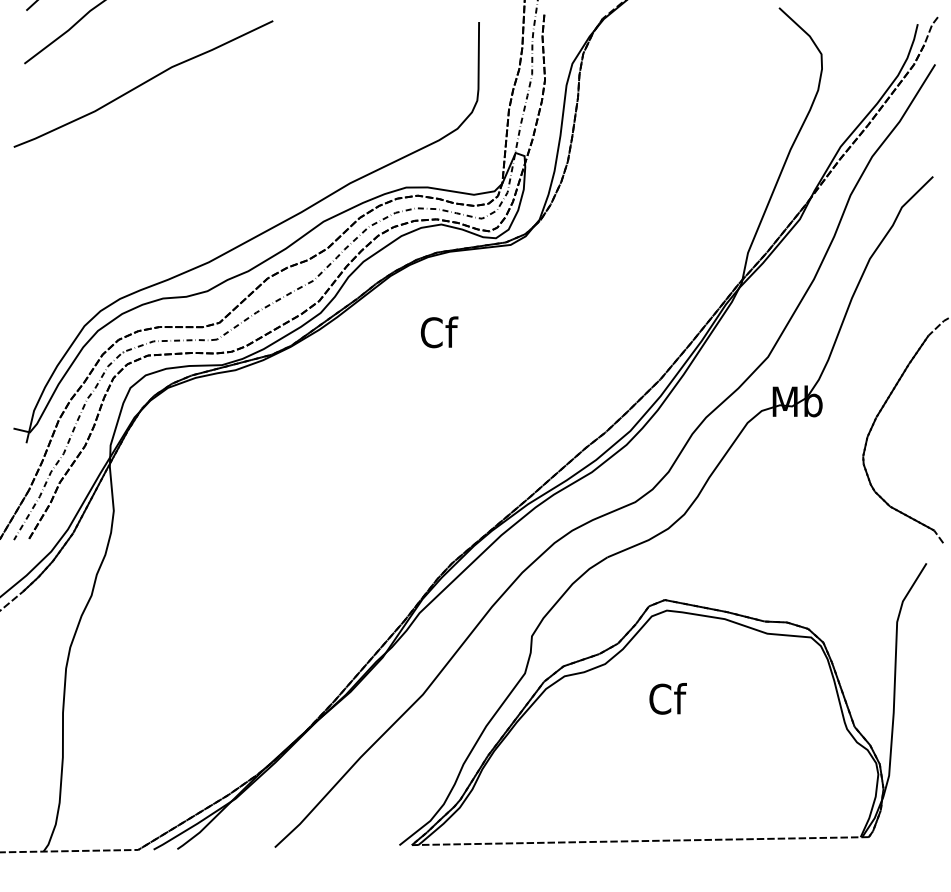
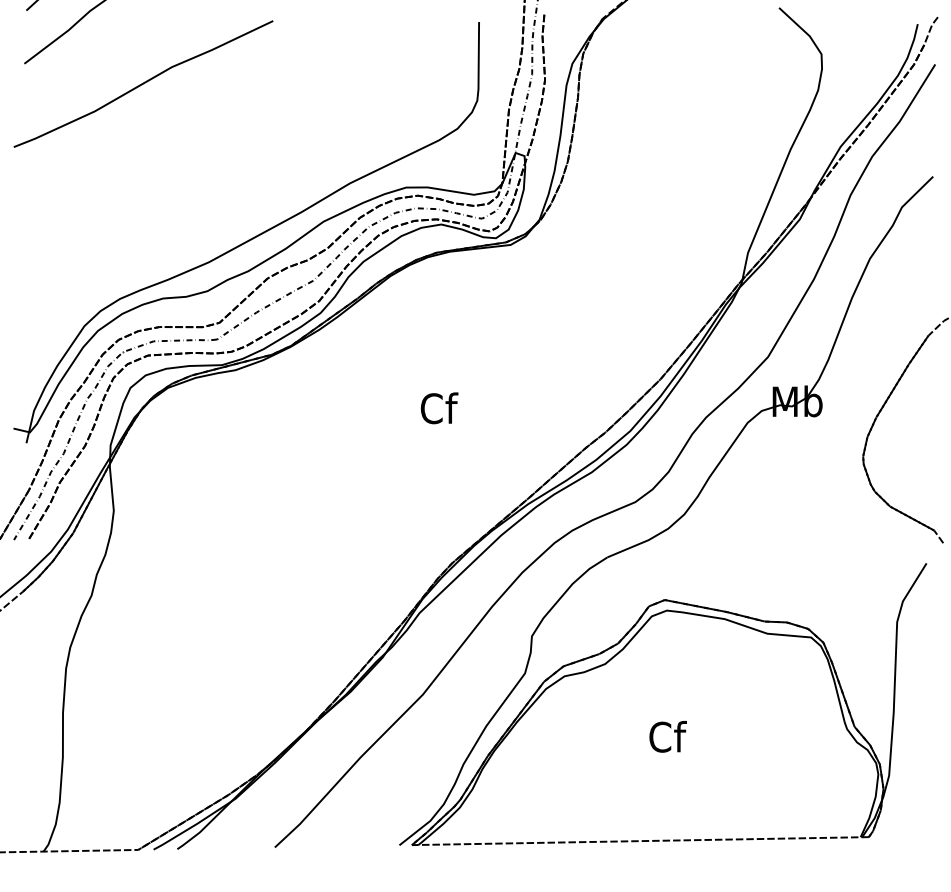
text at (439, 332) position: (439, 332) -> (439, 408)
text at (667, 698) position: (667, 698) -> (667, 736)
